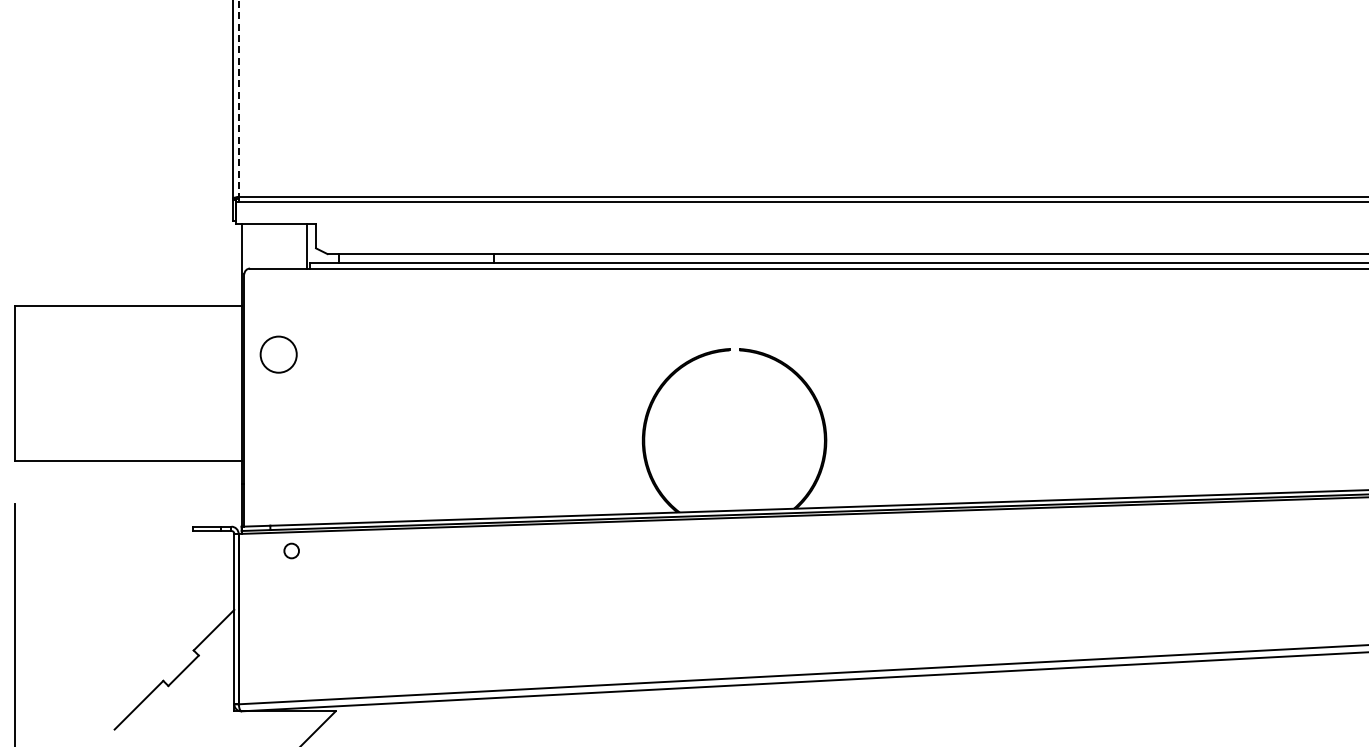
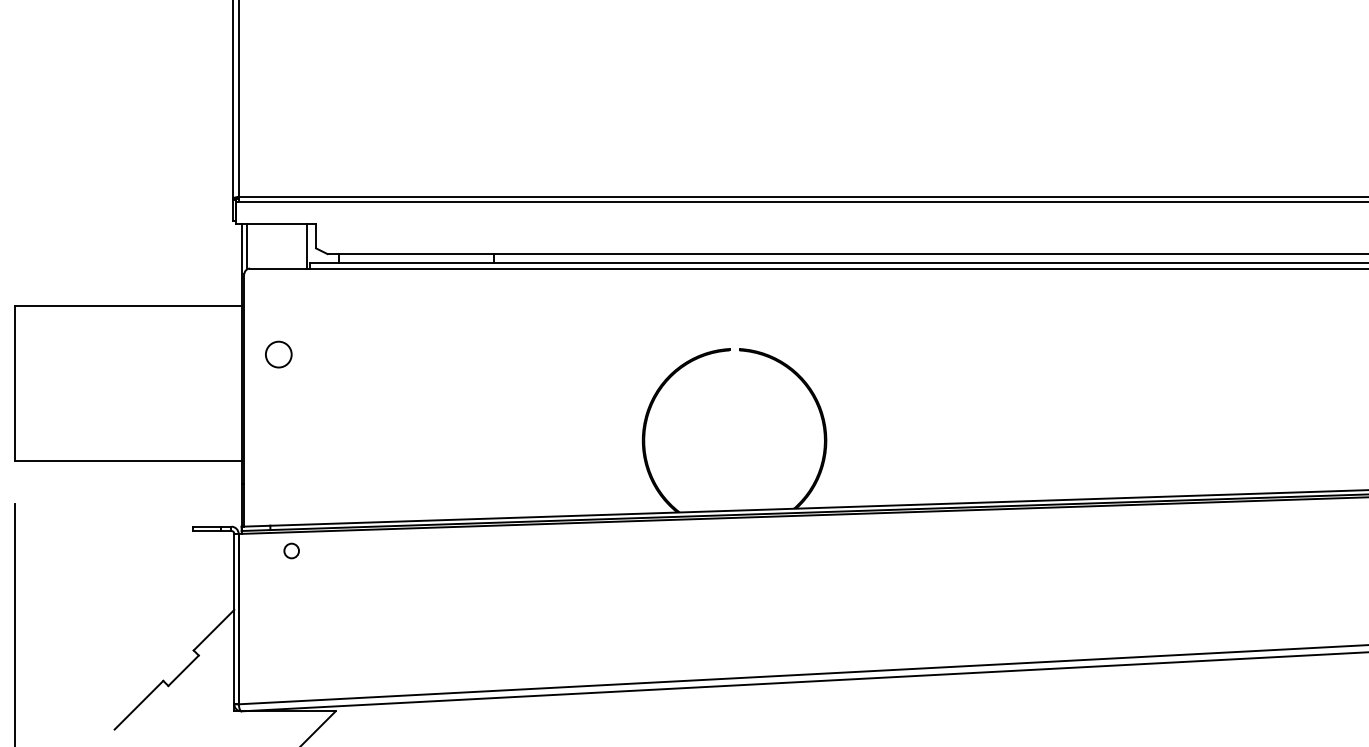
line at (238, 98): dashed -> solid
line at (247, 246): none -> present
circle at (278, 354) size: 39x39 px -> 28x29 px
